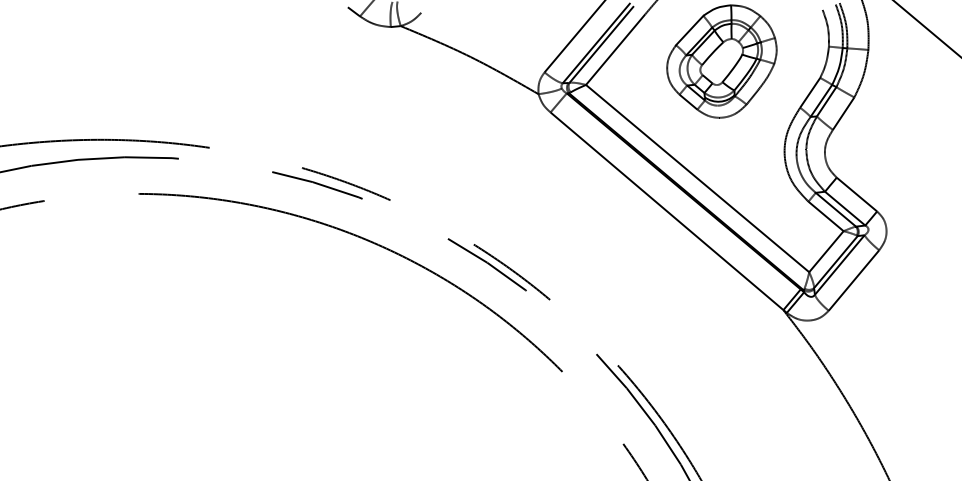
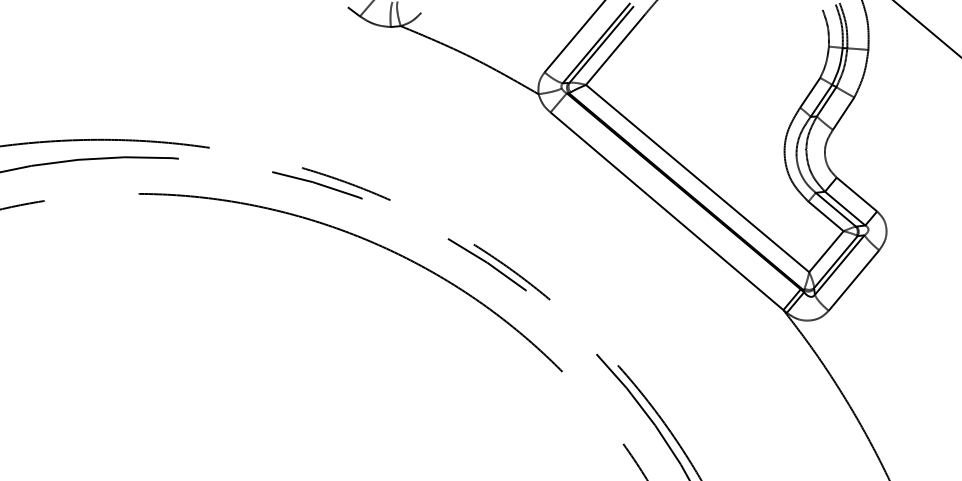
part at (721, 61): present -> none
